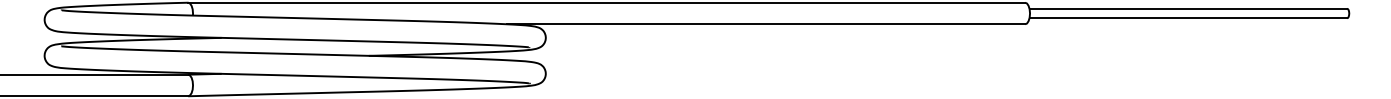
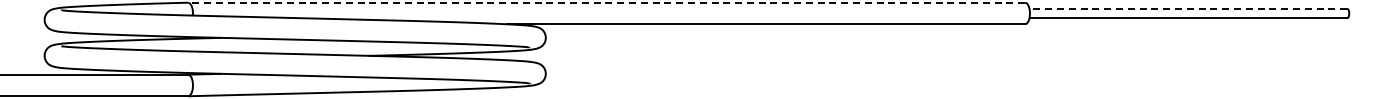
line at (606, 2): solid -> dashed
line at (1188, 8): solid -> dashed
